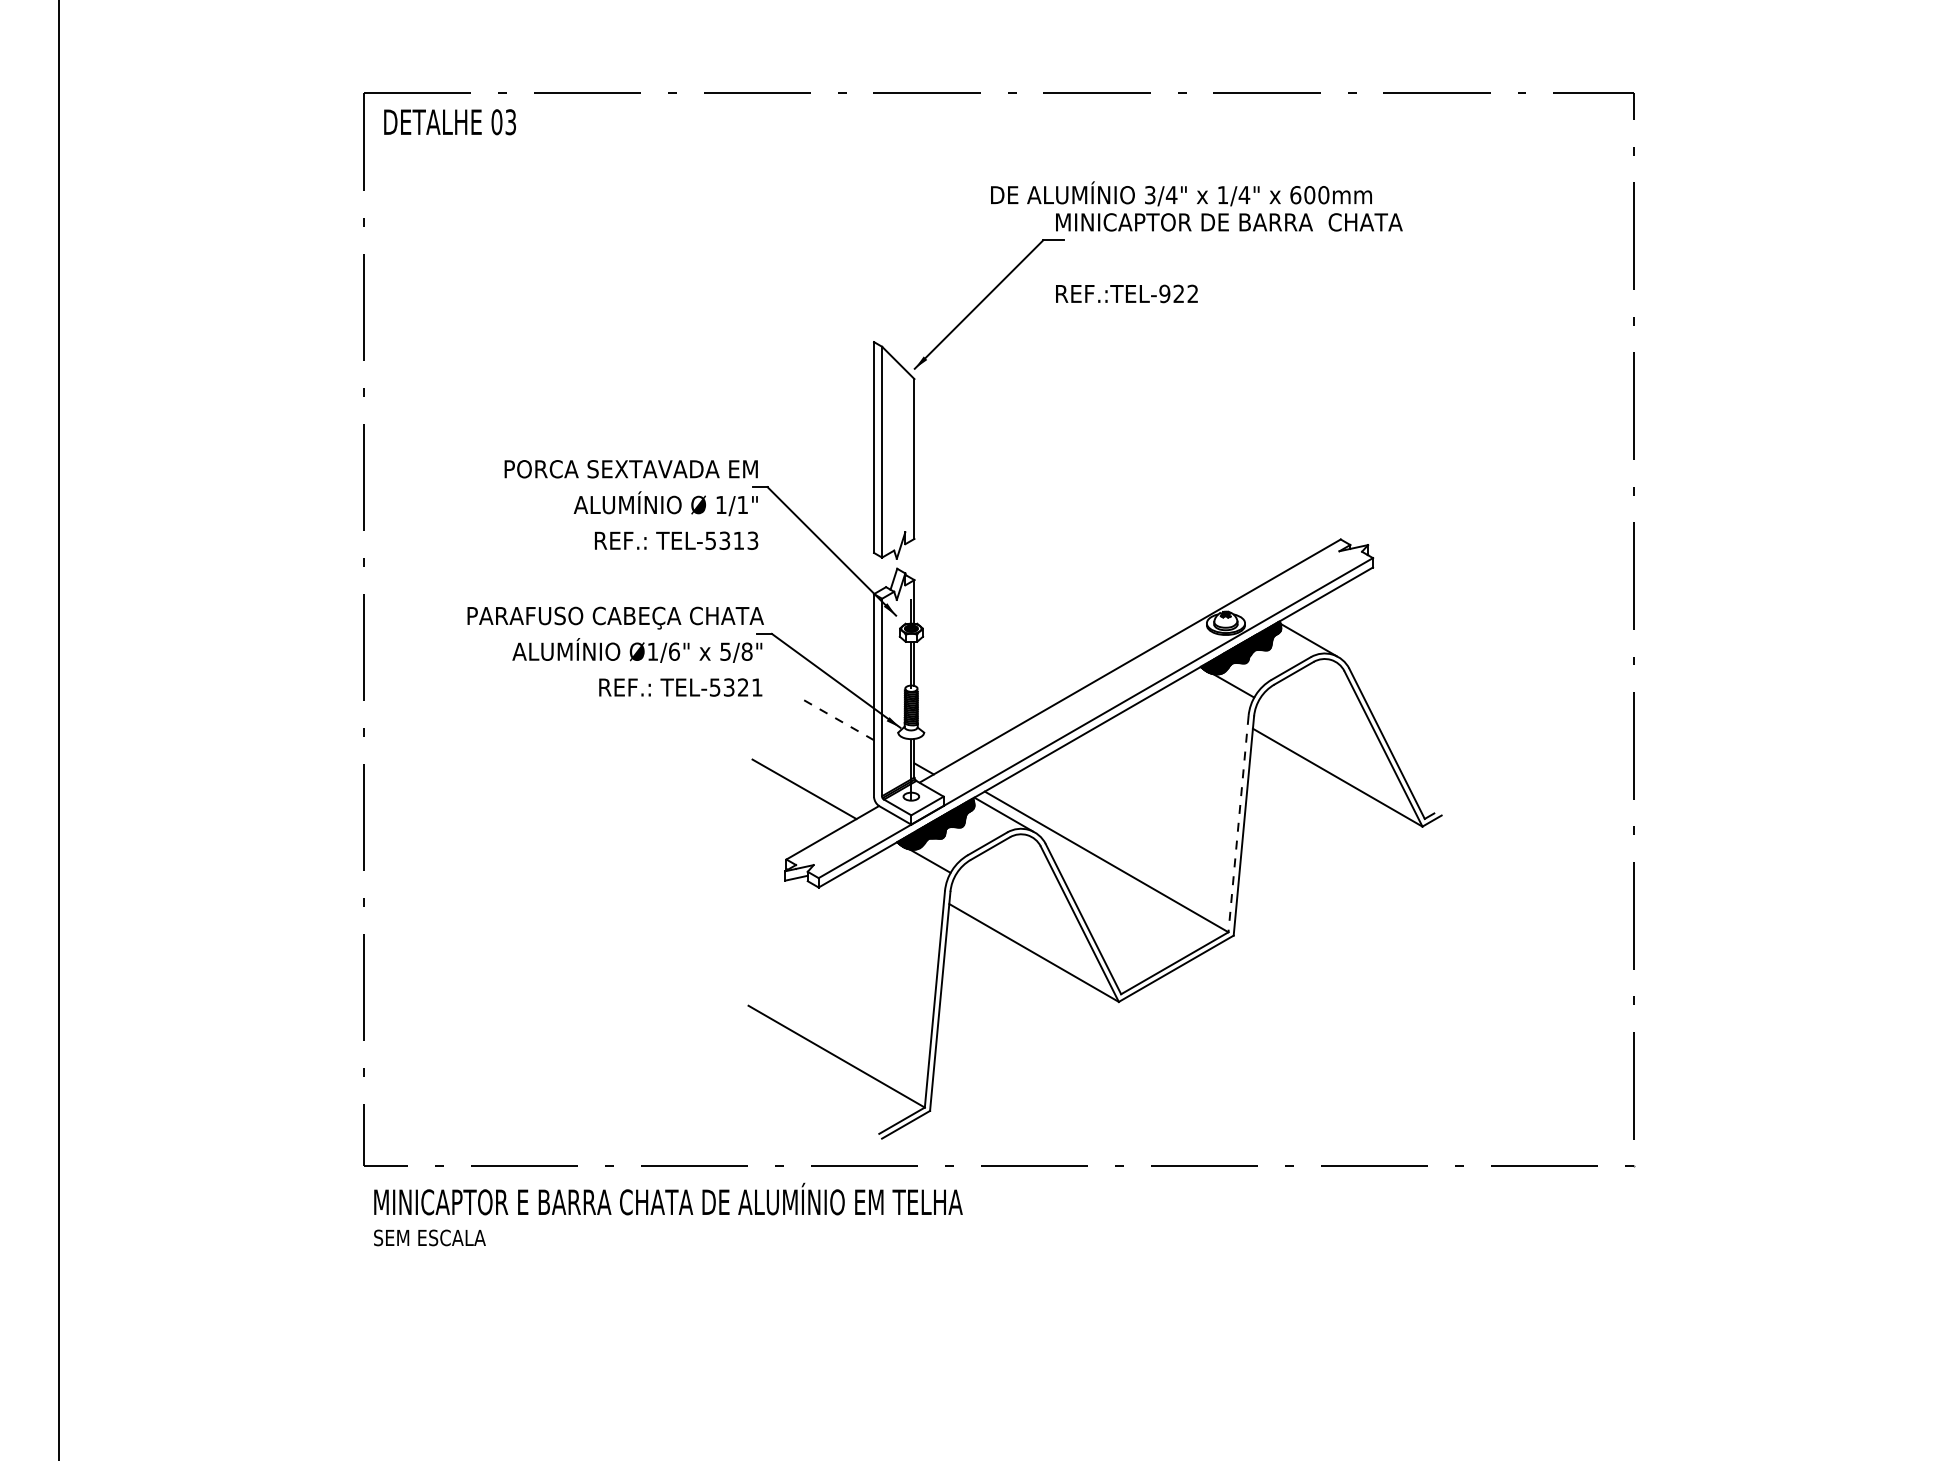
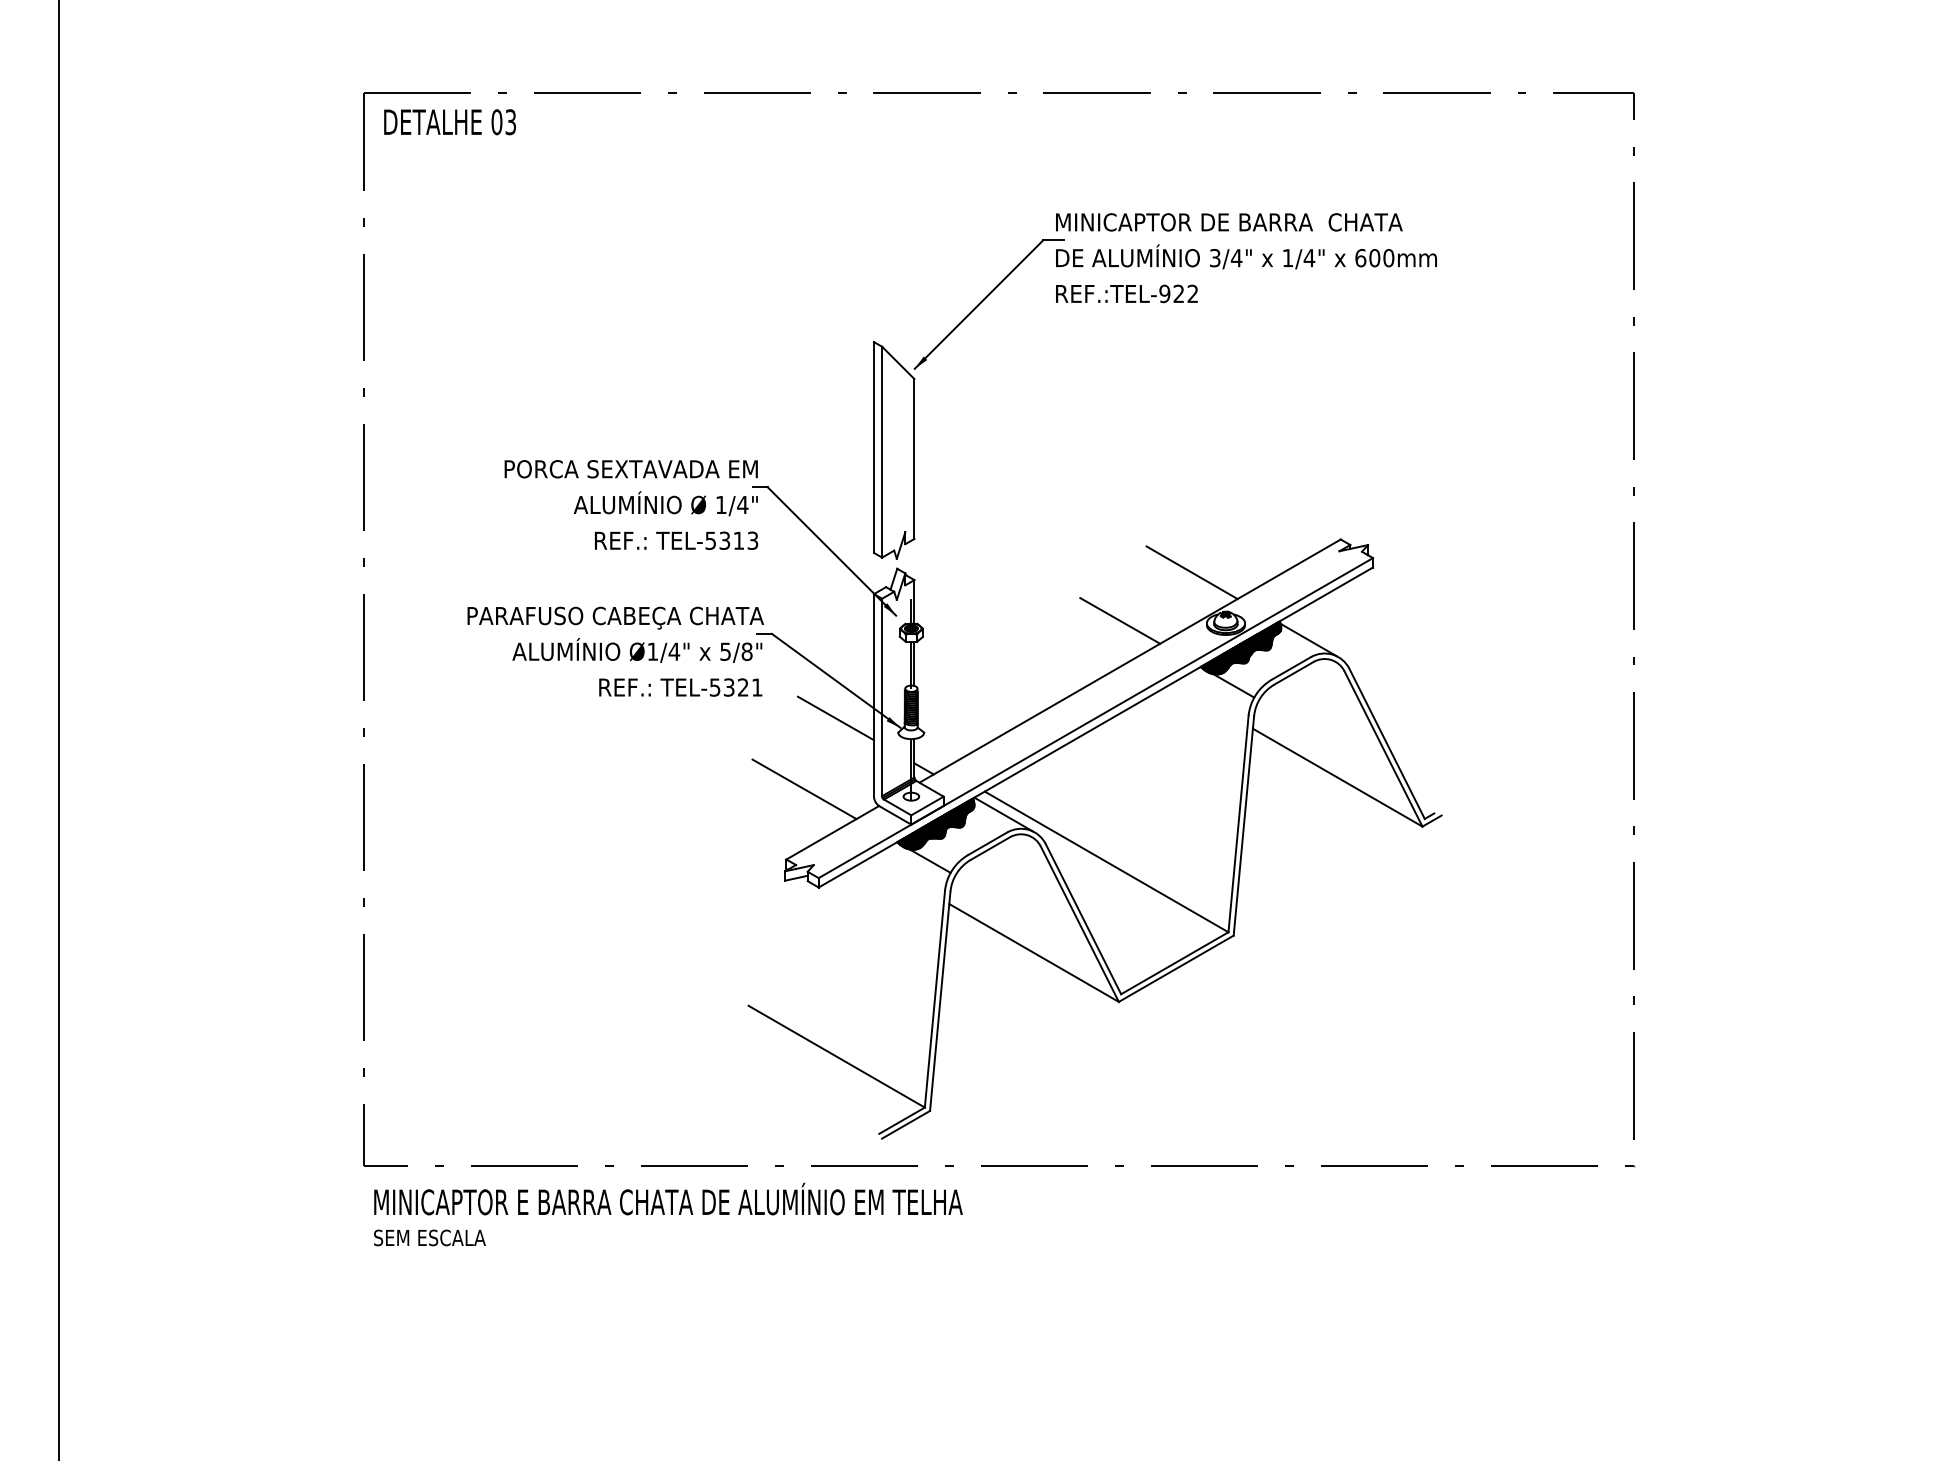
text at (1181, 193) position: (1181, 193) -> (1246, 256)
text at (742, 504): 1/1" -> 1/4"
line at (1191, 572): none -> present
line at (1120, 620): none -> present
text at (674, 651): Ø1/6" -> Ø1/4"
line at (835, 718): dashed -> solid
line at (1238, 824): dashed -> solid
